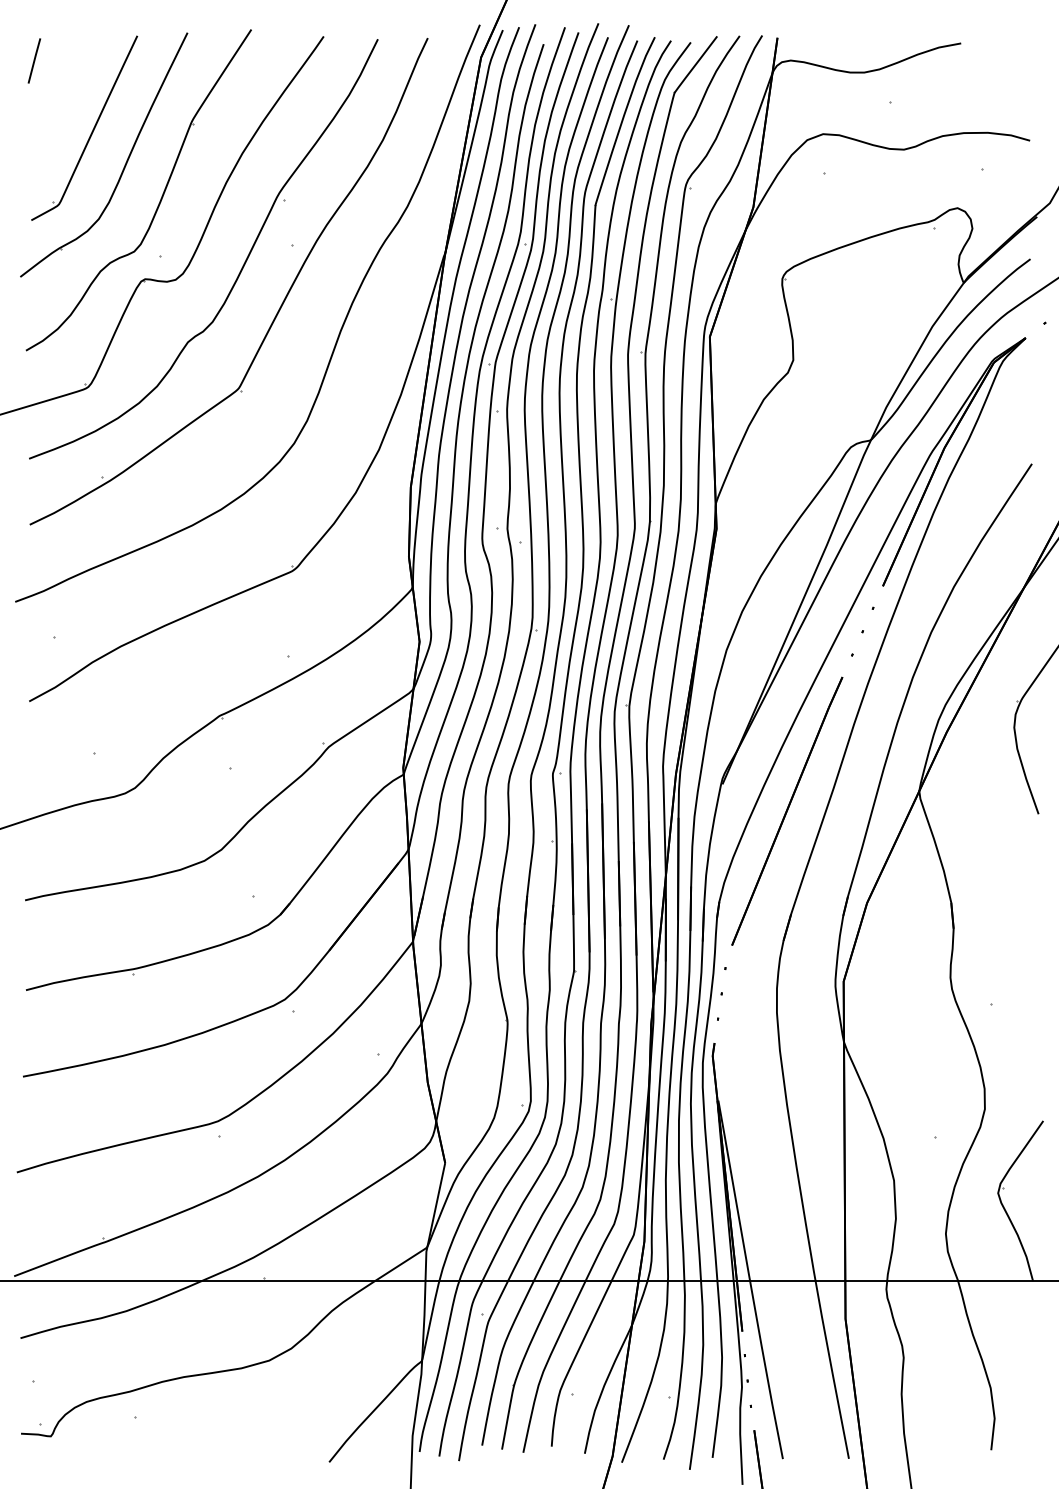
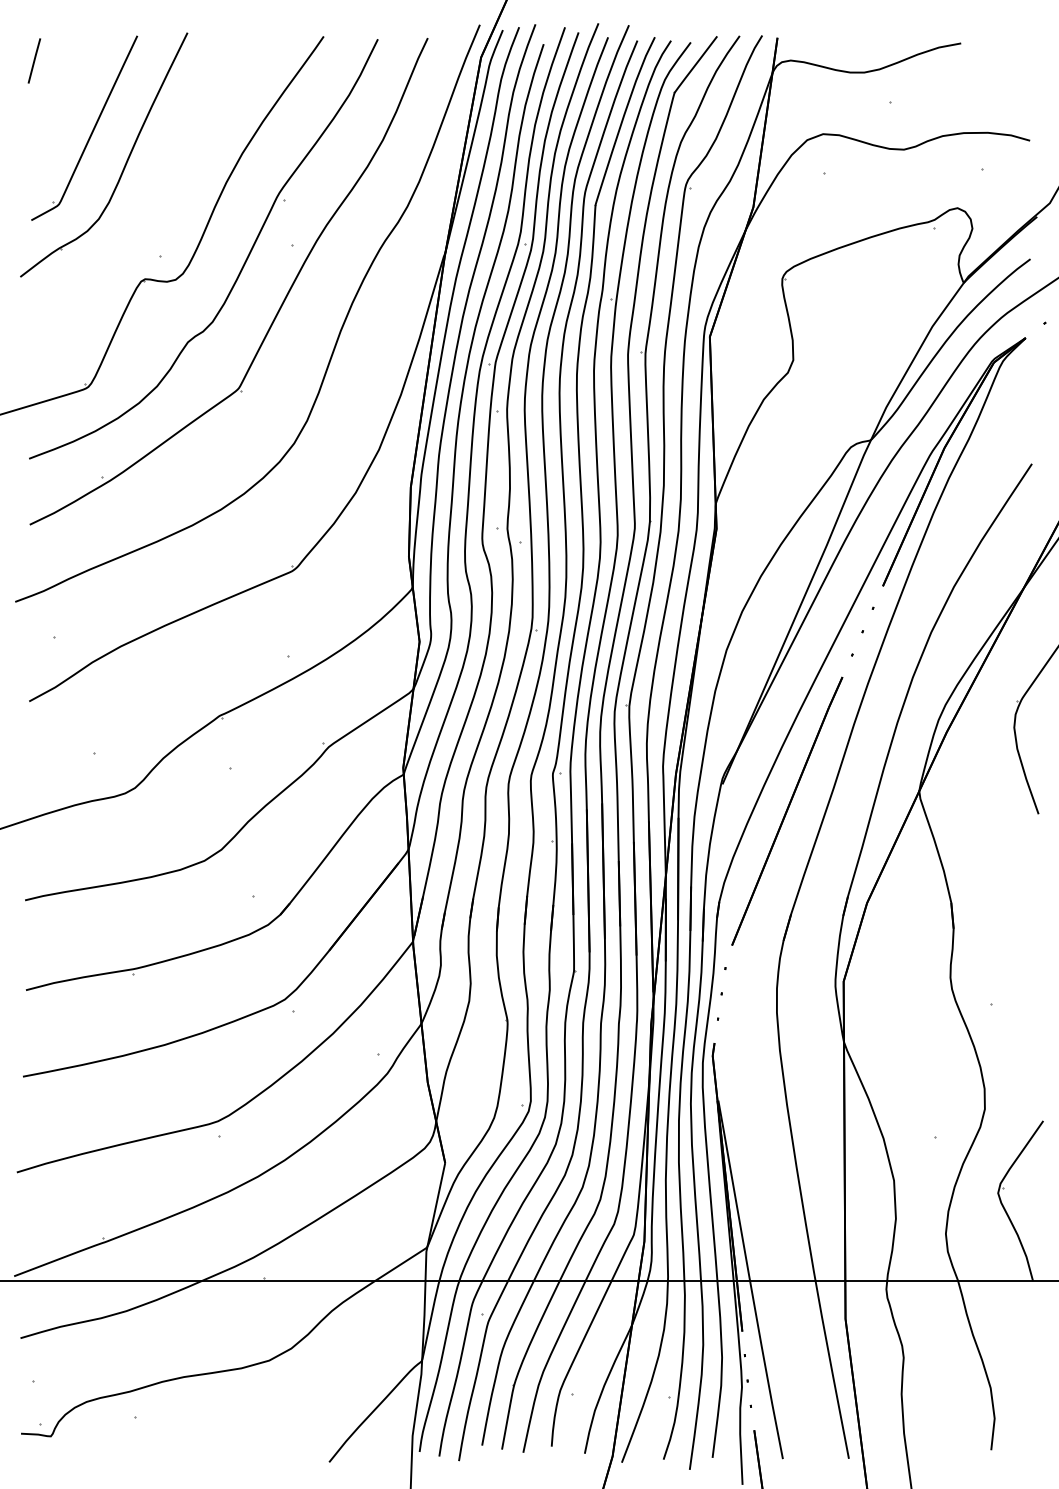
part at (160, 198): present -> none
